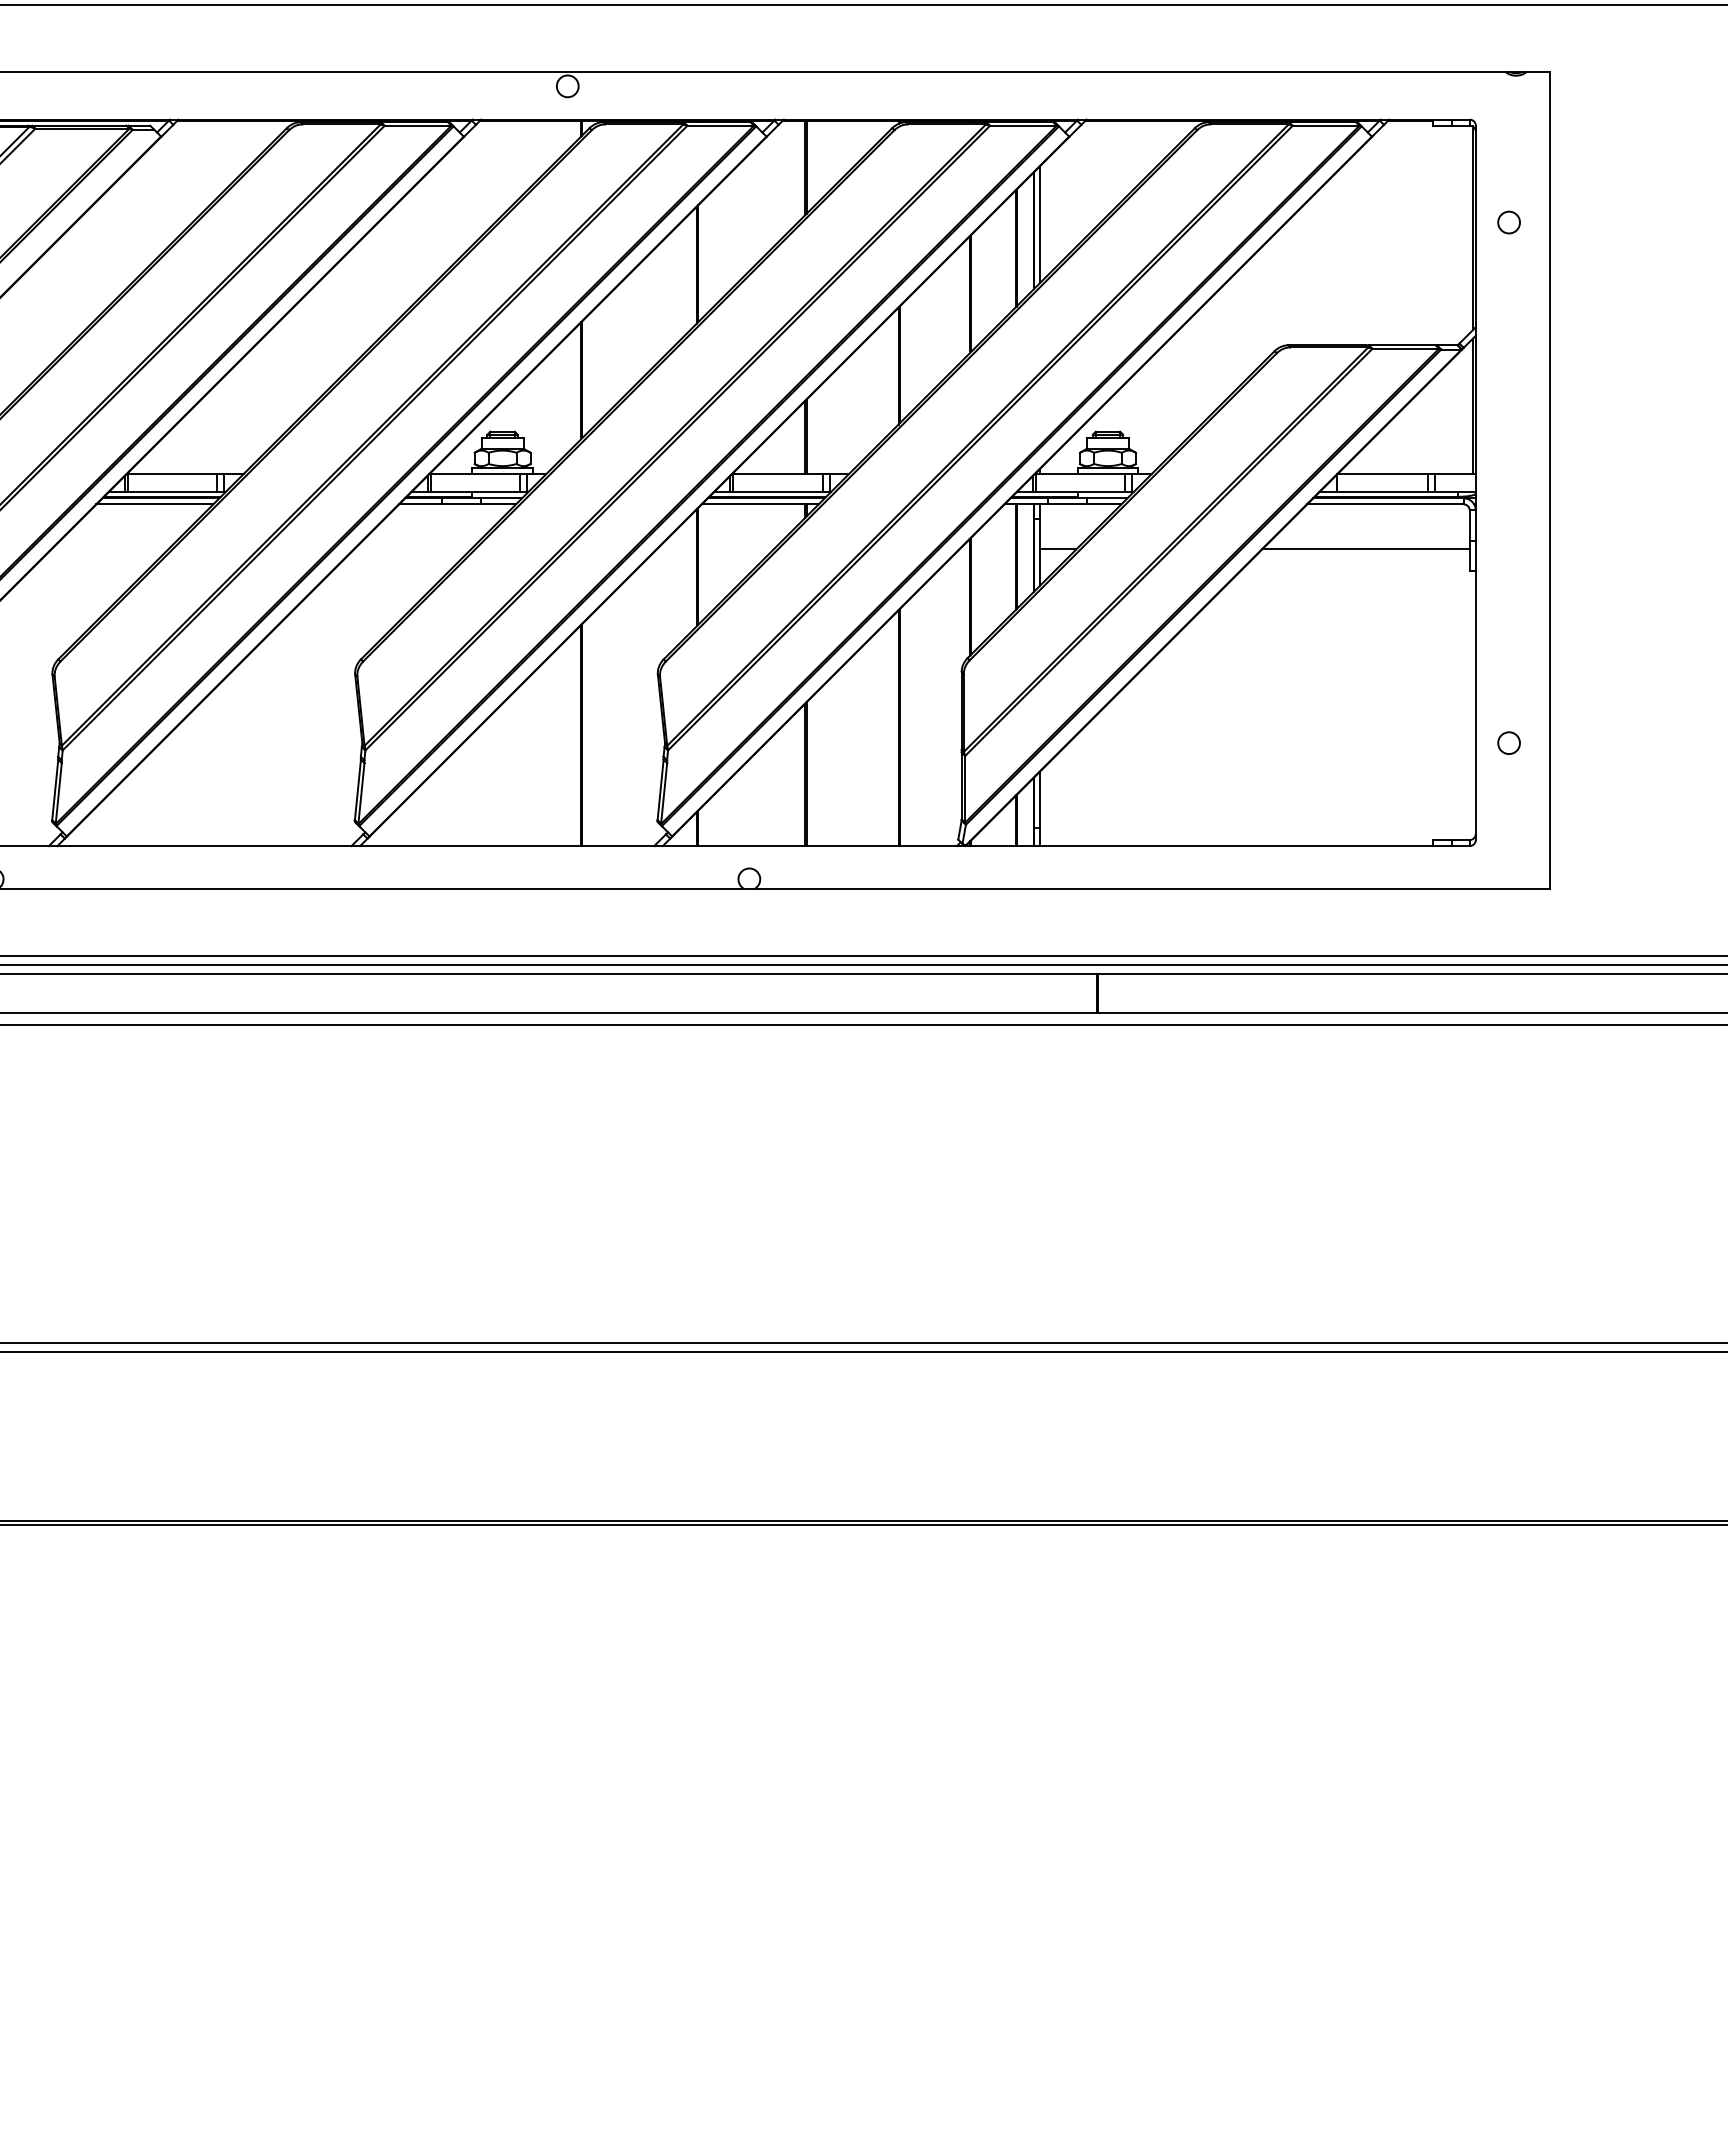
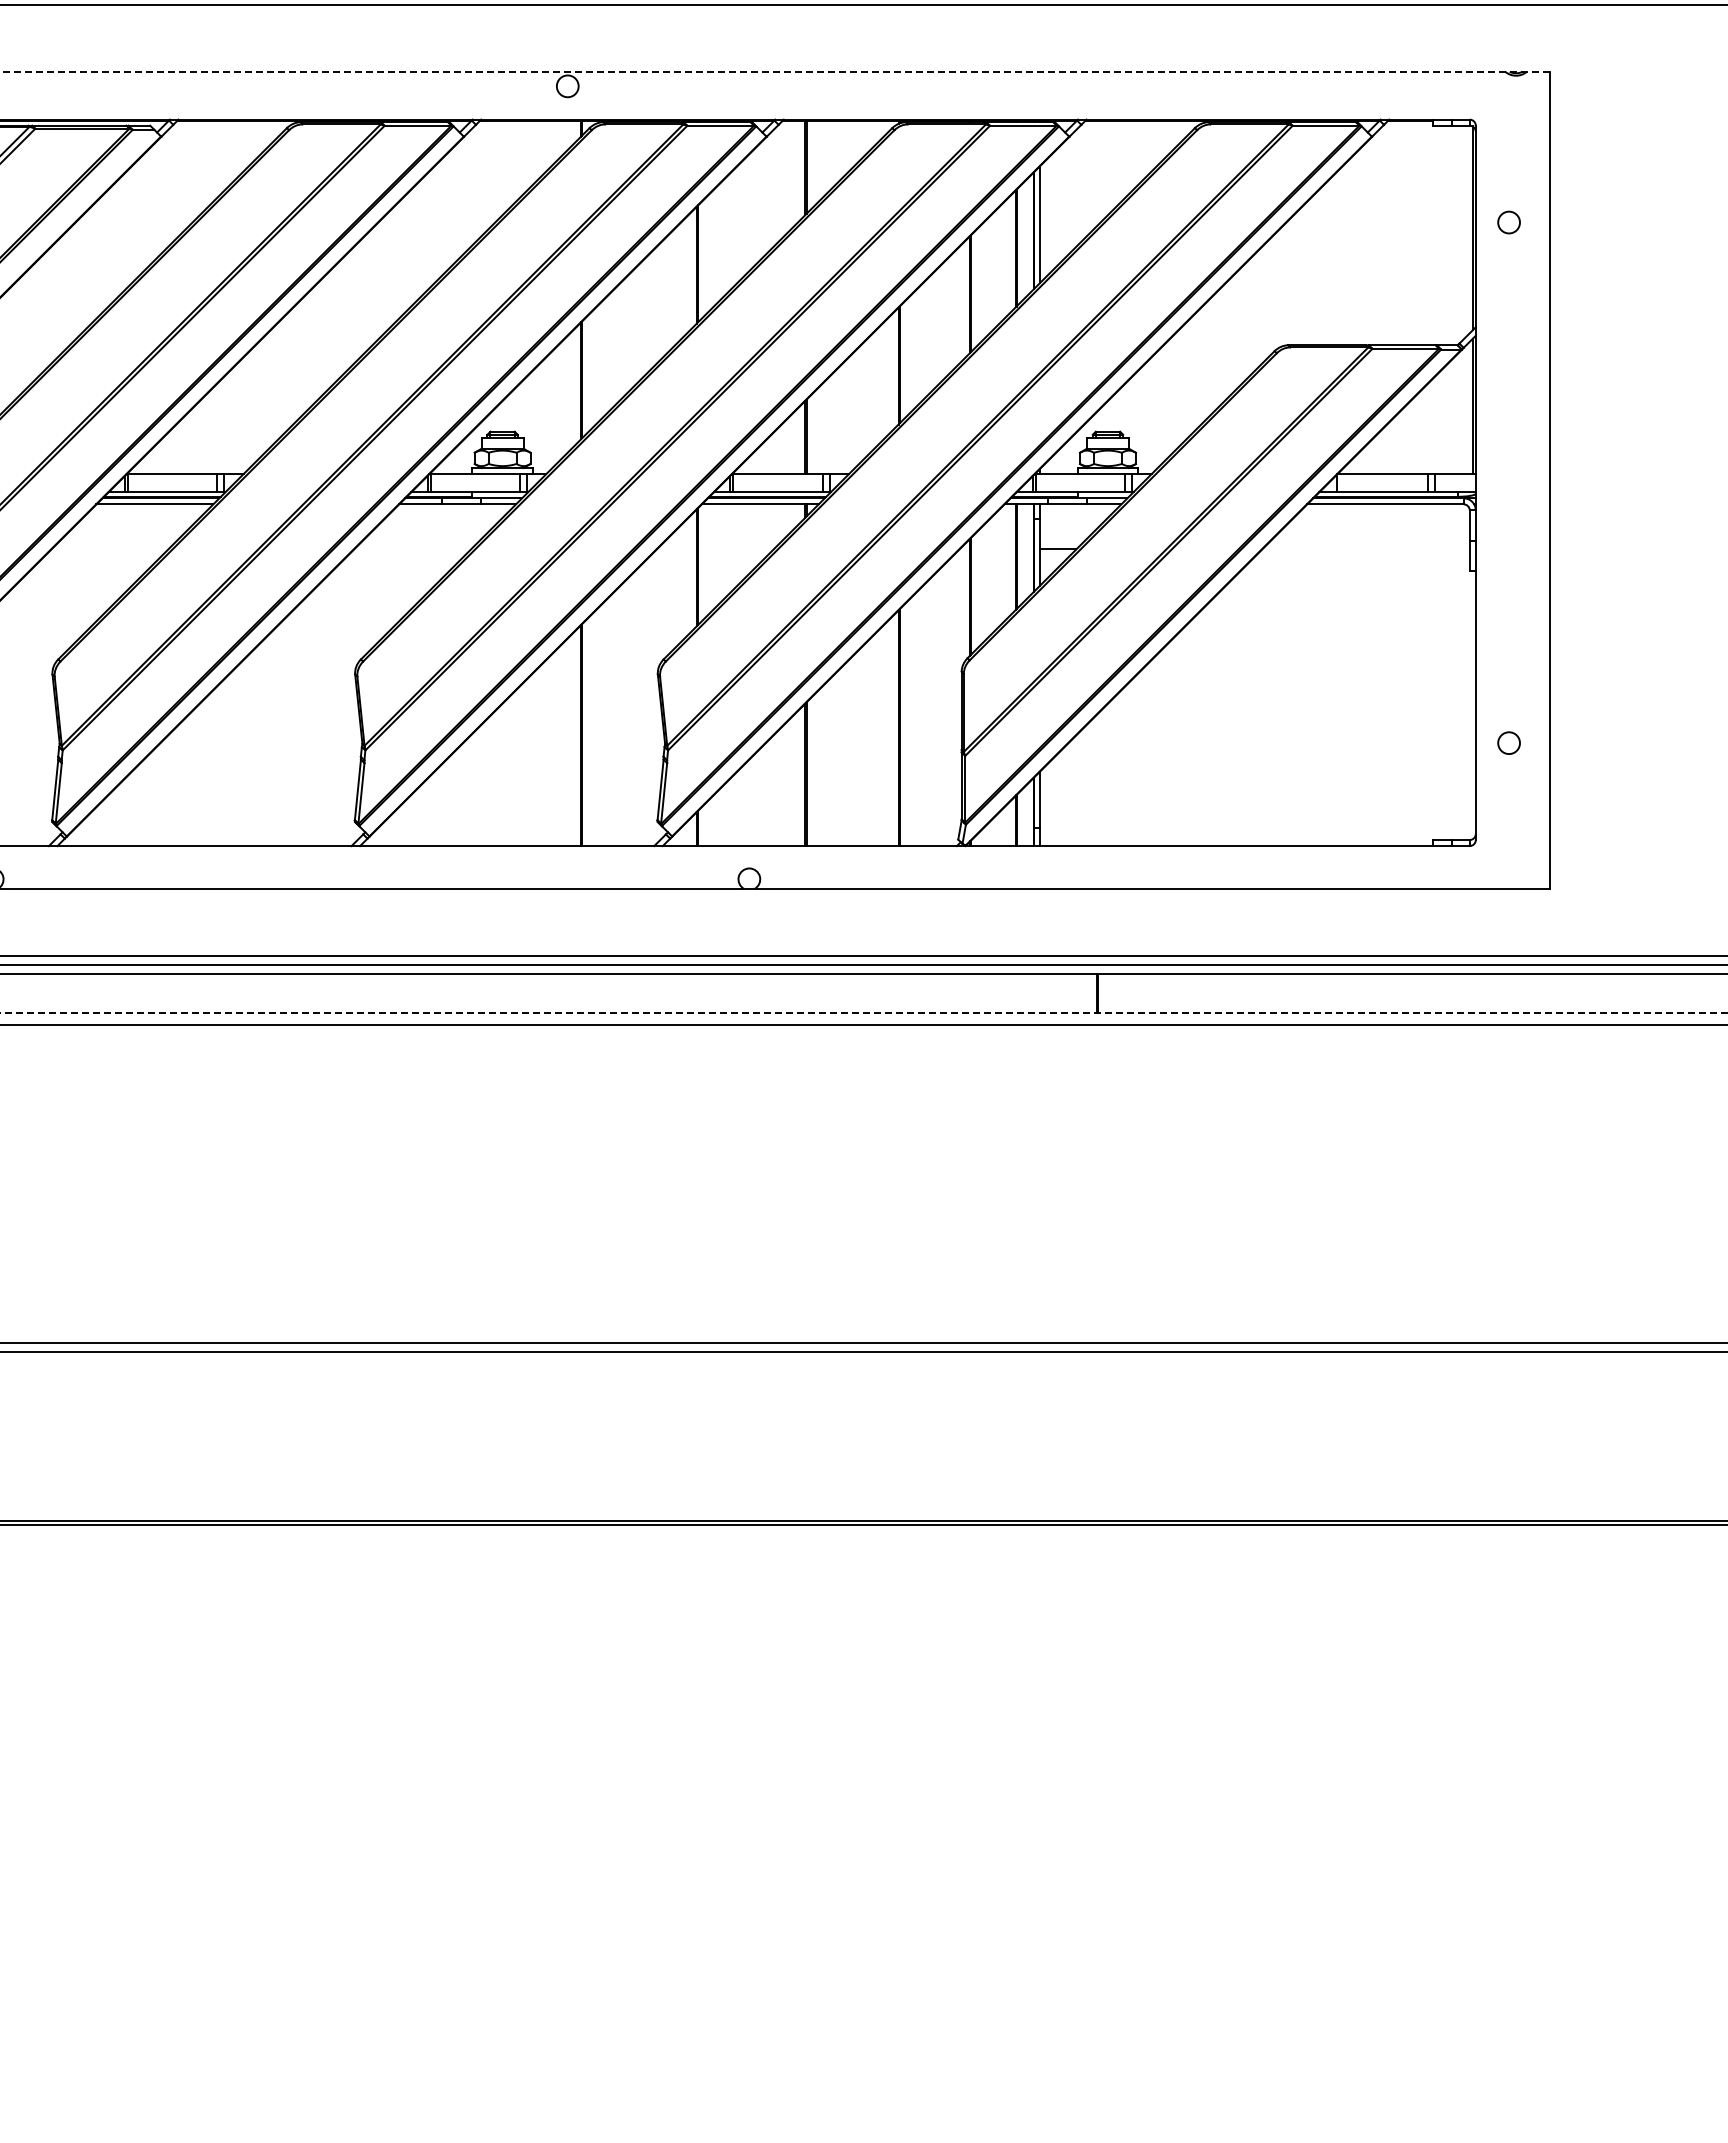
line at (775, 71): solid -> dashed
line at (1365, 549): present -> none
line at (864, 1013): solid -> dashed
